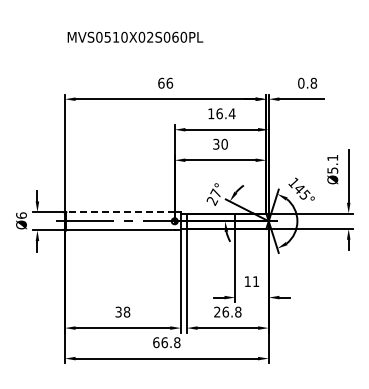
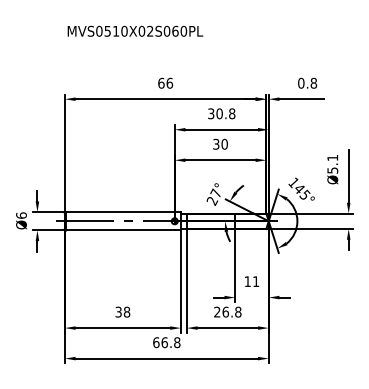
text at (135, 36) position: (135, 36) -> (135, 30)
text at (221, 113): 16.4 -> 30.8
line at (120, 212): dashed -> solid
